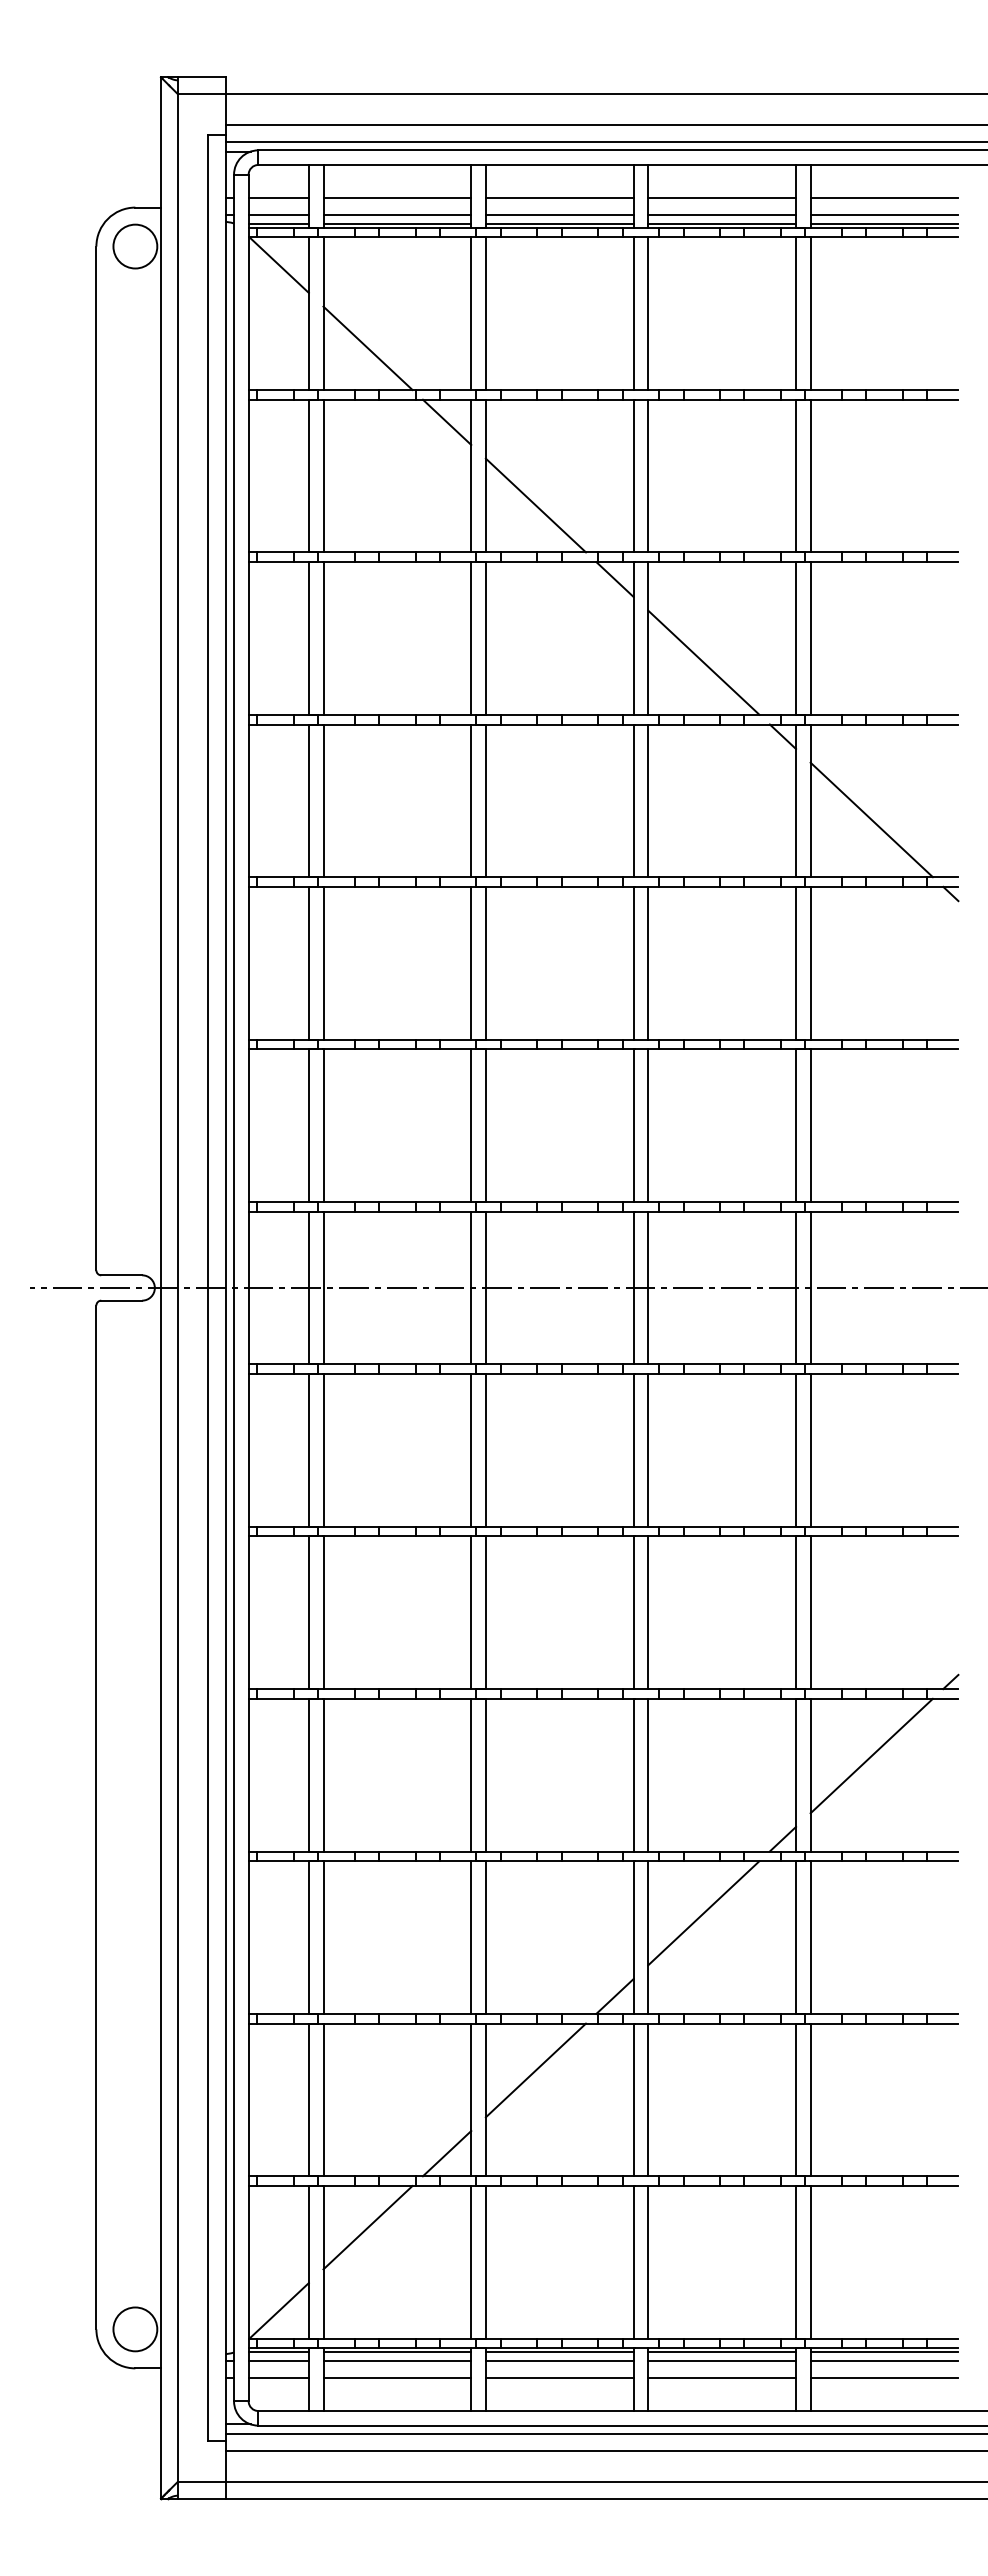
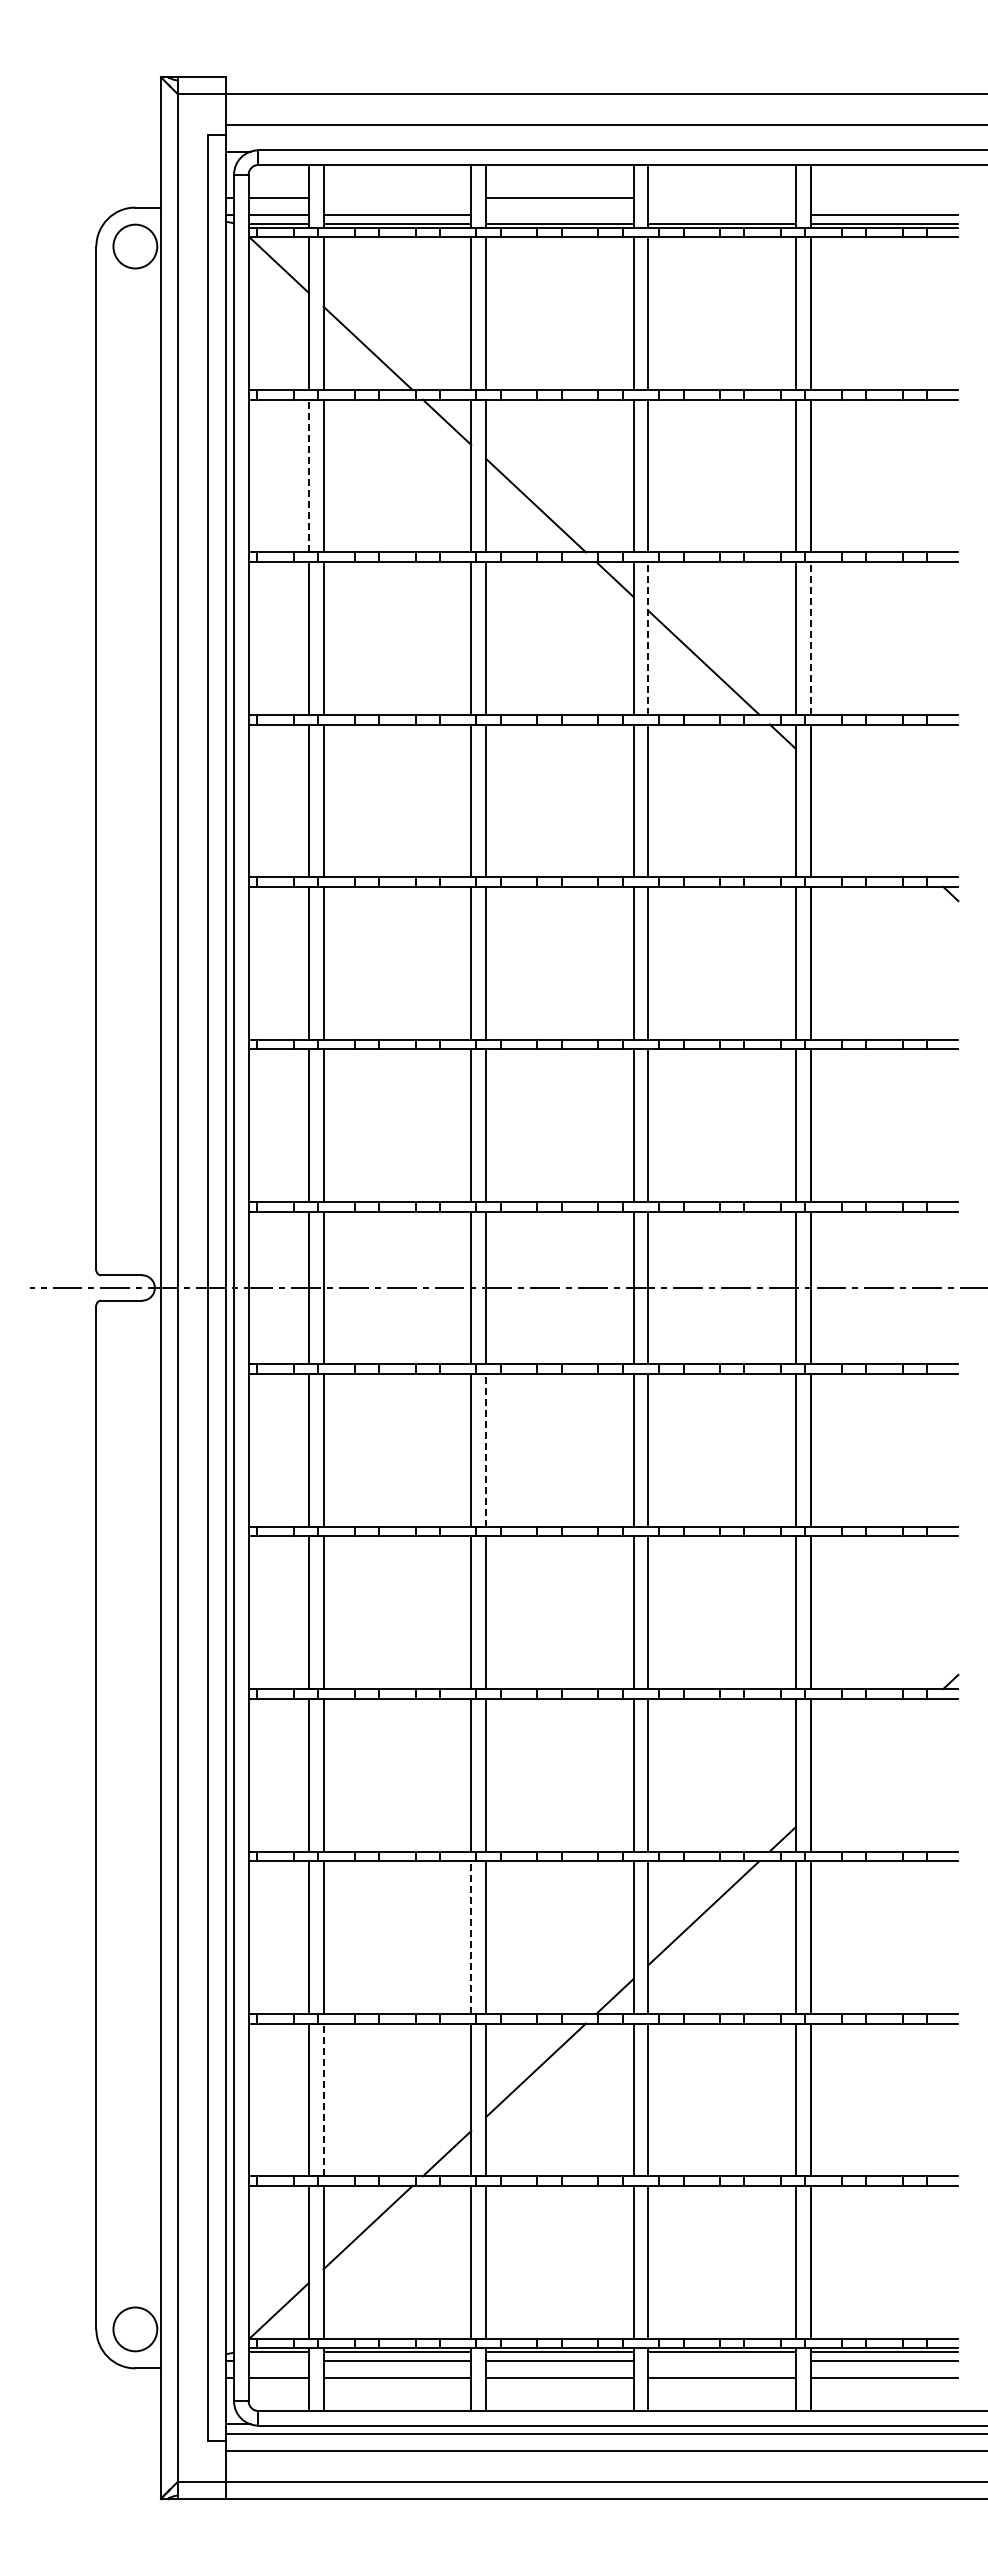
line at (604, 141): present -> none
line at (397, 197): present -> none
line at (722, 197): present -> none
line at (884, 197): present -> none
line at (559, 214): present -> none
line at (722, 214): present -> none
line at (308, 475): solid -> dashed
line at (648, 637): solid -> dashed
line at (810, 637): solid -> dashed
line at (871, 819): present -> none
line at (485, 1449): solid -> dashed
line at (871, 1755): present -> none
line at (471, 1937): solid -> dashed
line at (323, 2099): solid -> dashed
line at (278, 2361): present -> none
line at (722, 2361): present -> none
